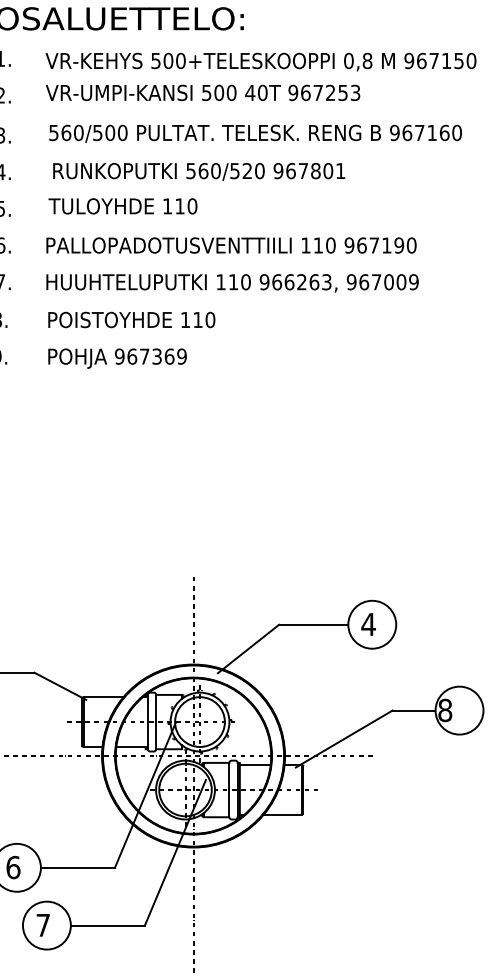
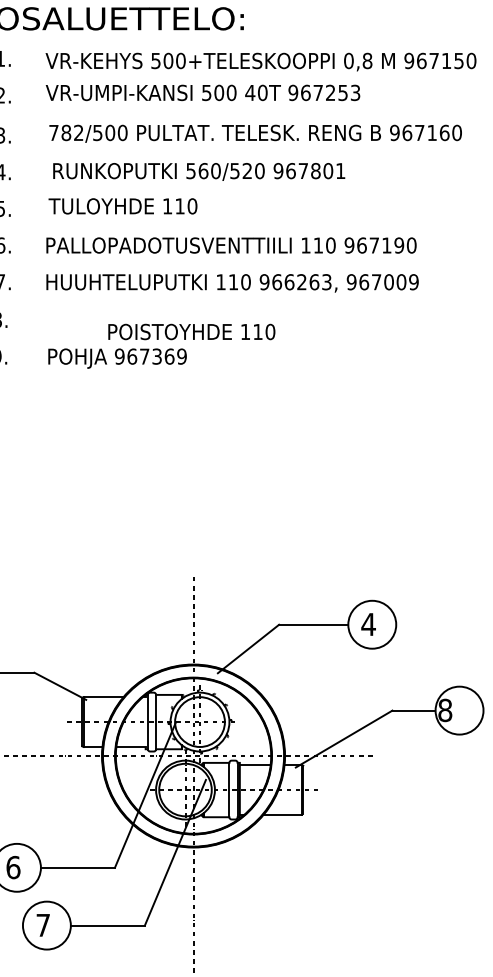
text at (66, 132): 560/500 -> 782/500
text at (131, 319) position: (131, 319) -> (191, 331)
